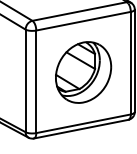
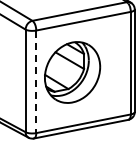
part at (83, 72) position: (83, 72) -> (72, 72)
line at (36, 82): solid -> dashed
